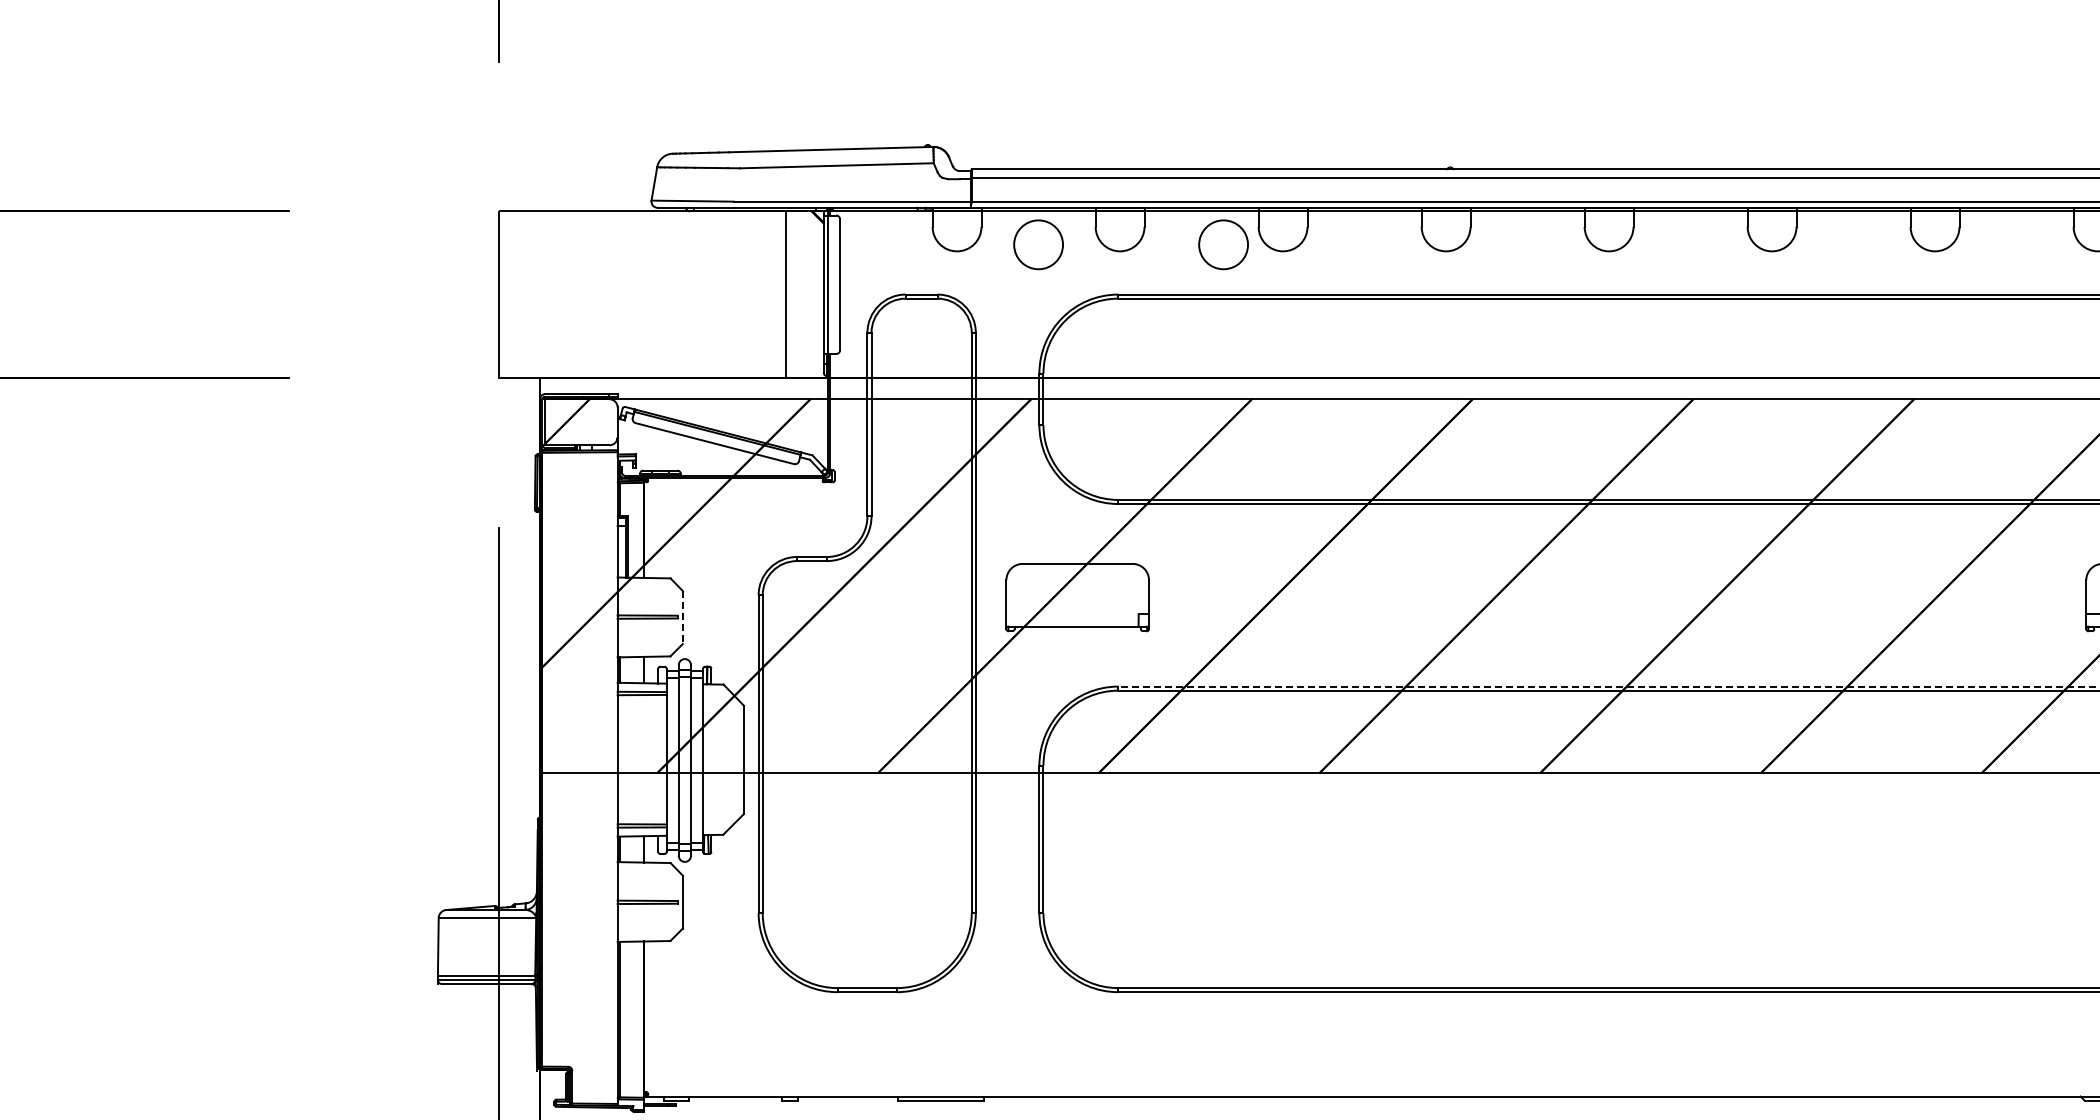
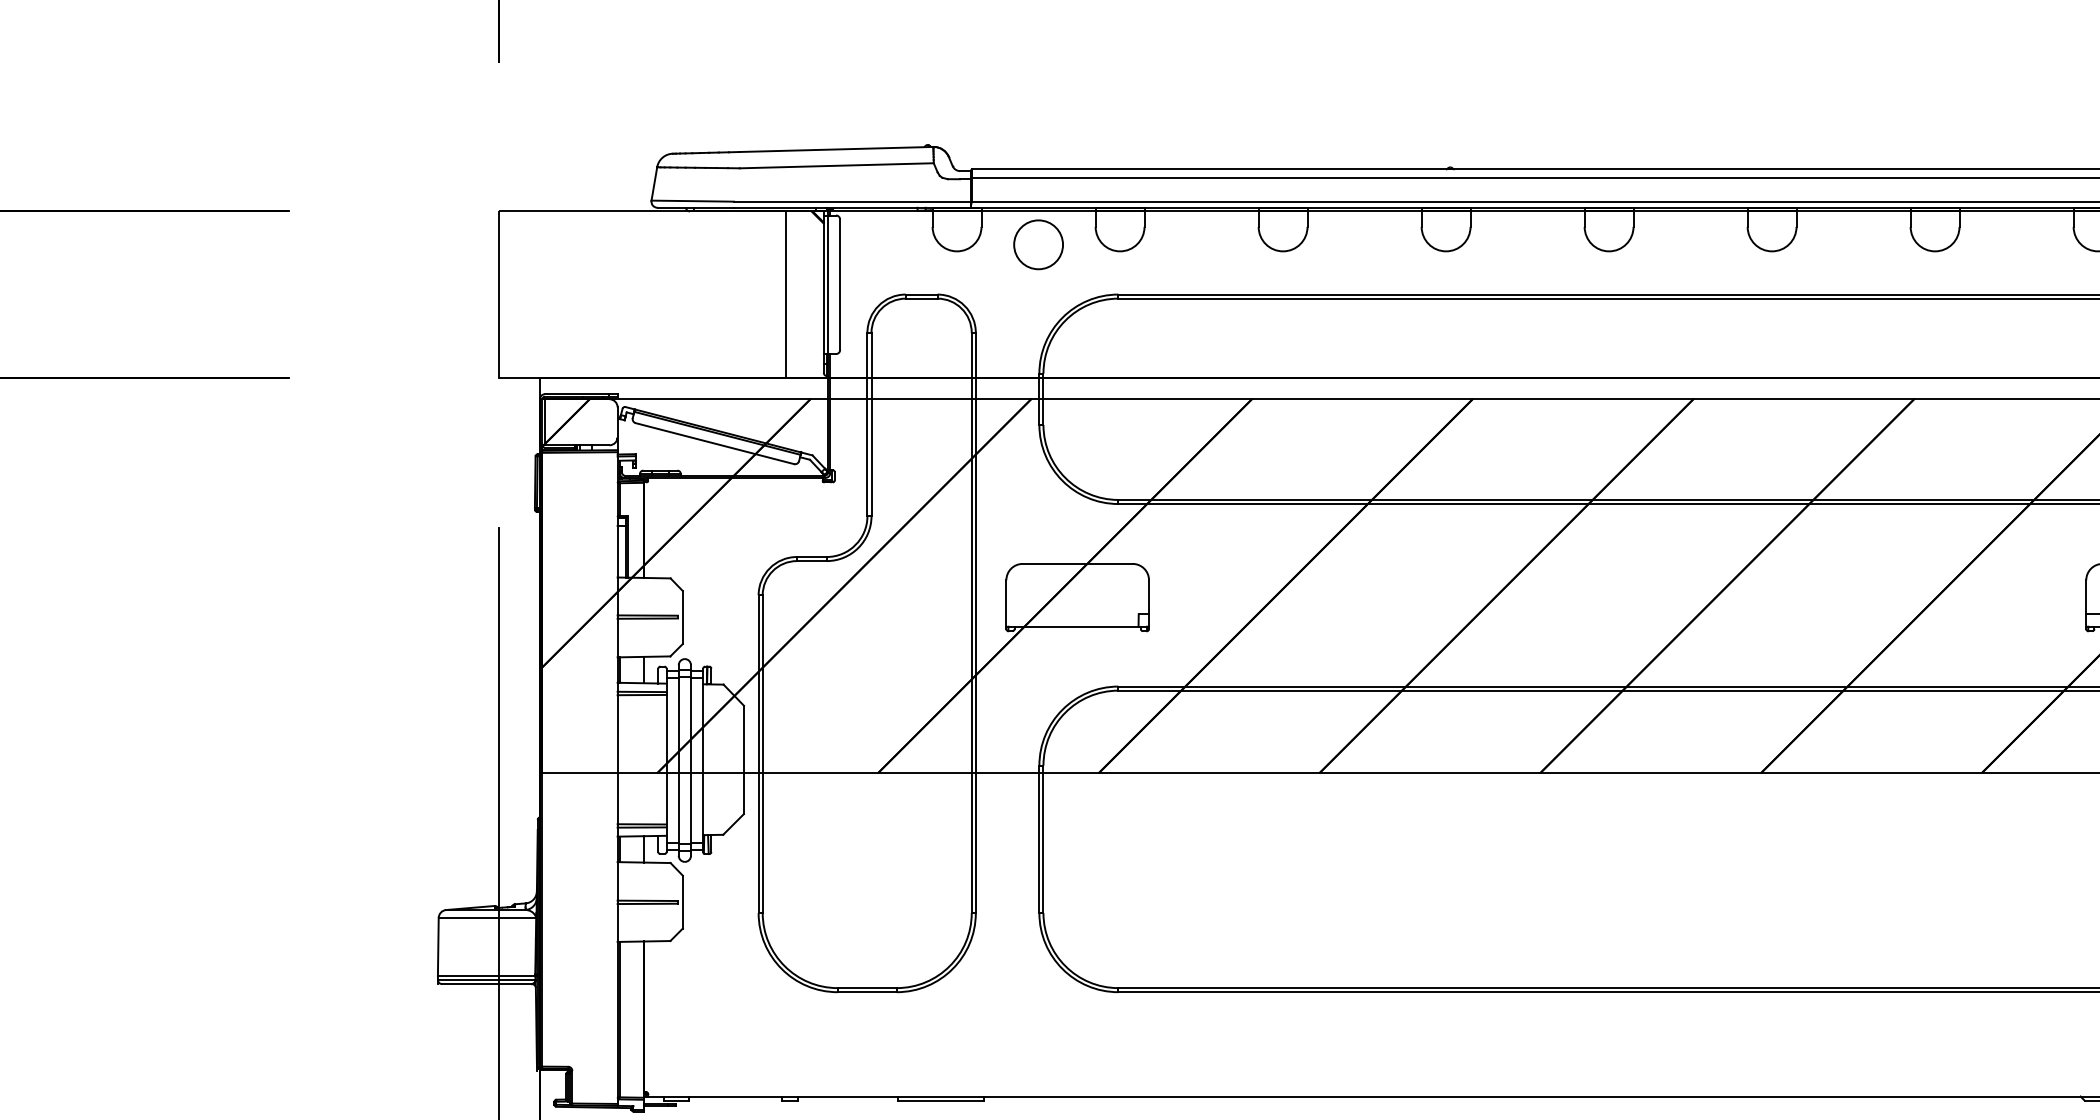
circle at (1223, 244): present -> none
line at (682, 618): dashed -> solid
line at (1609, 686): dashed -> solid
